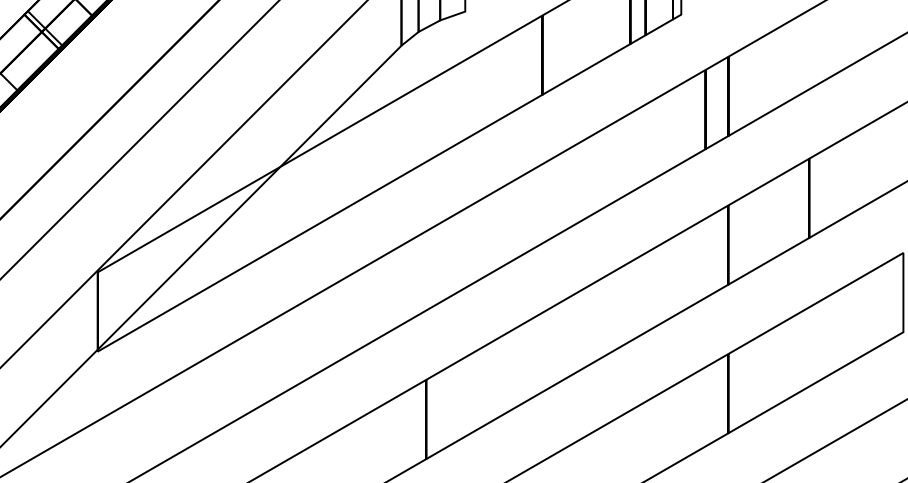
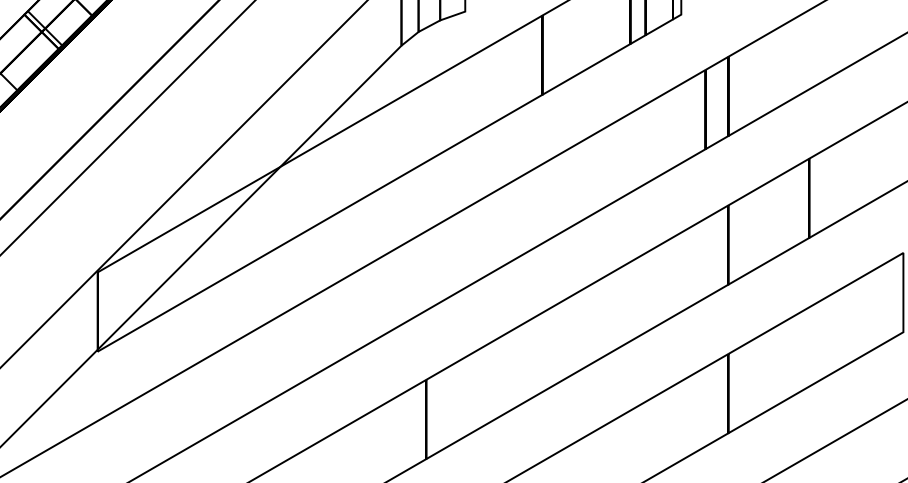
line at (139, 139) position: (139, 139) -> (127, 127)
